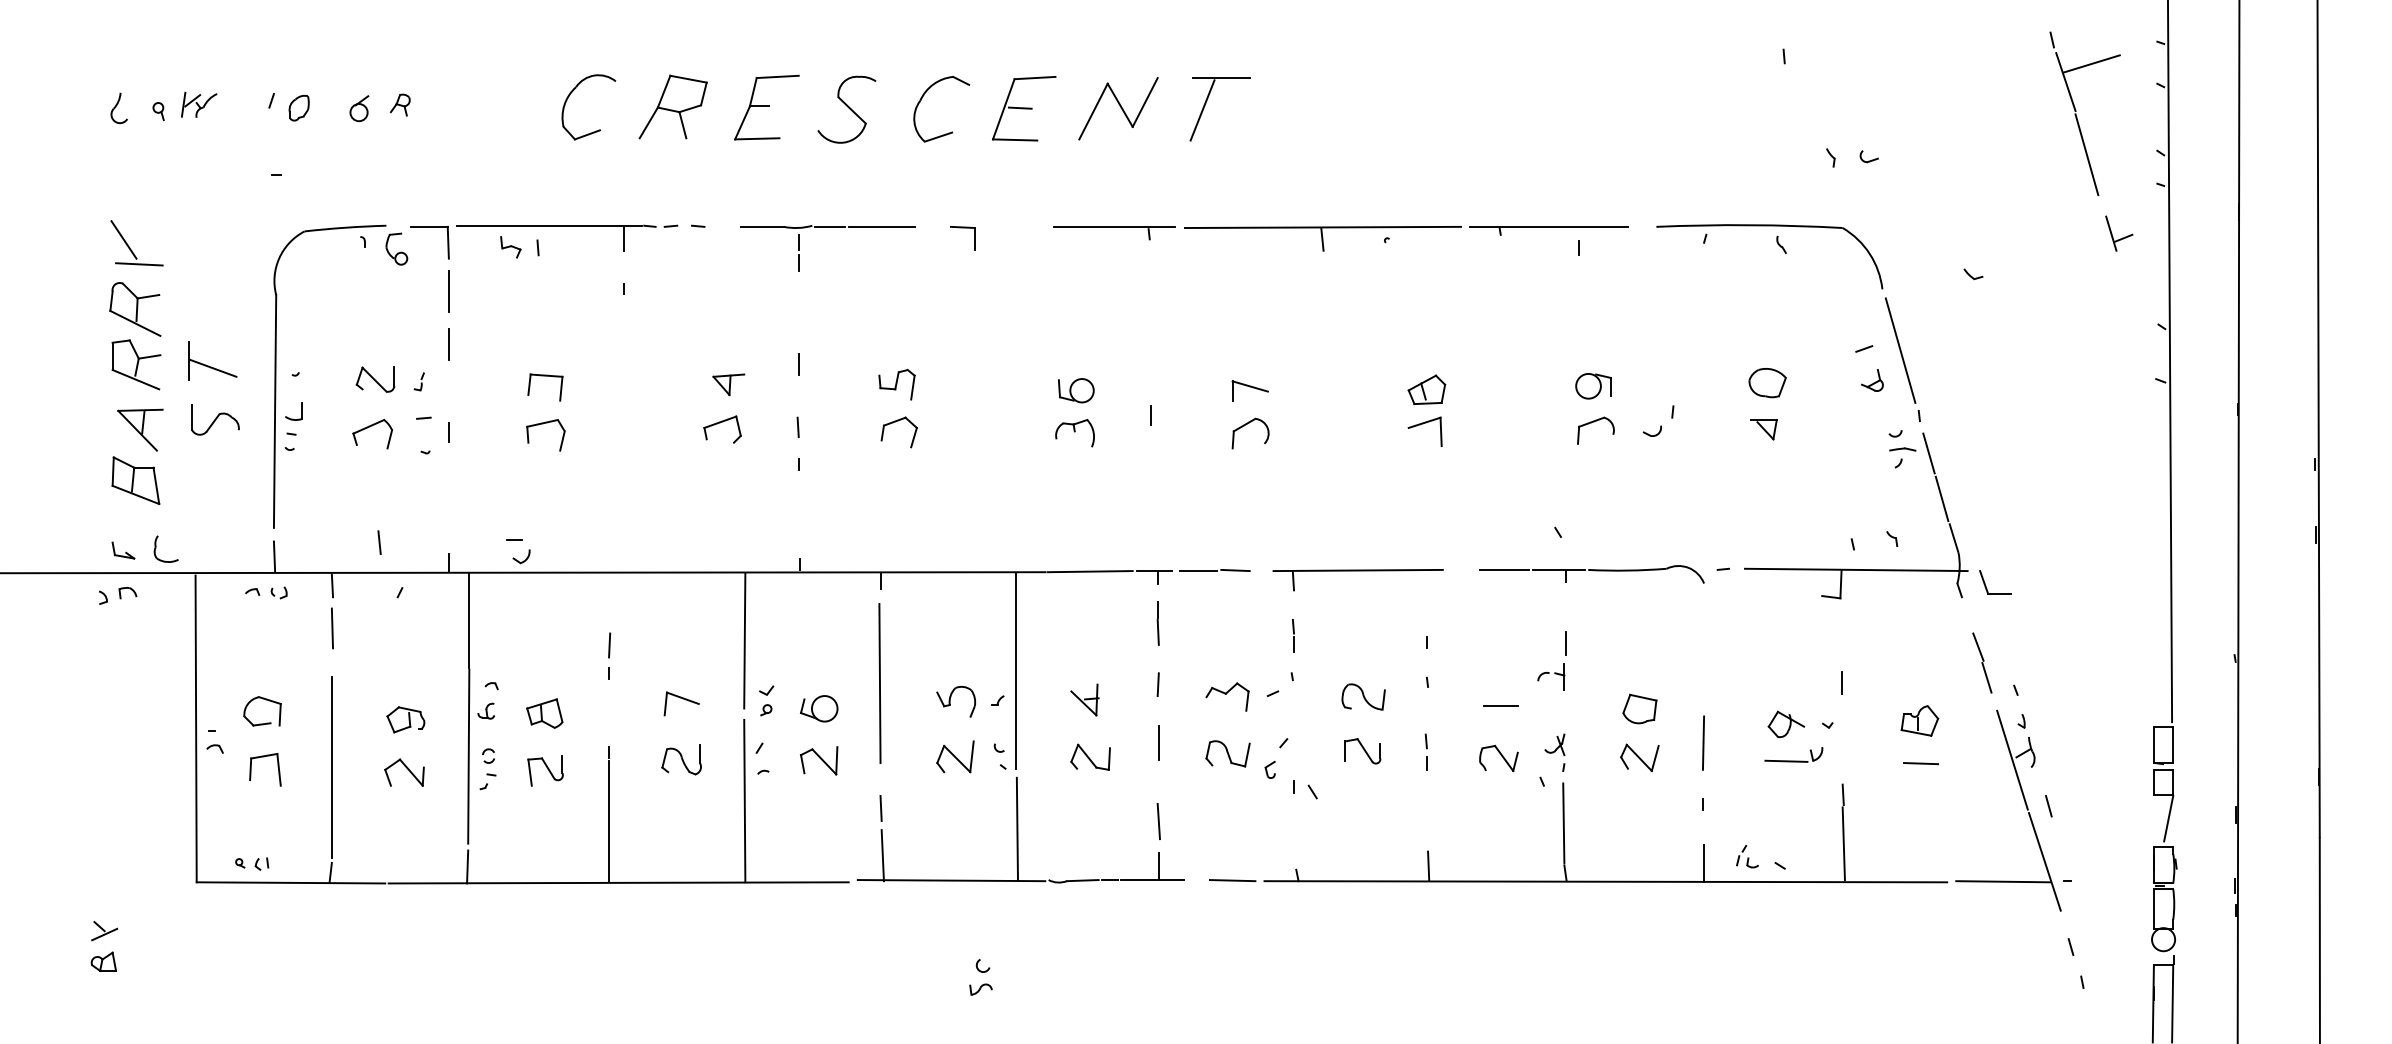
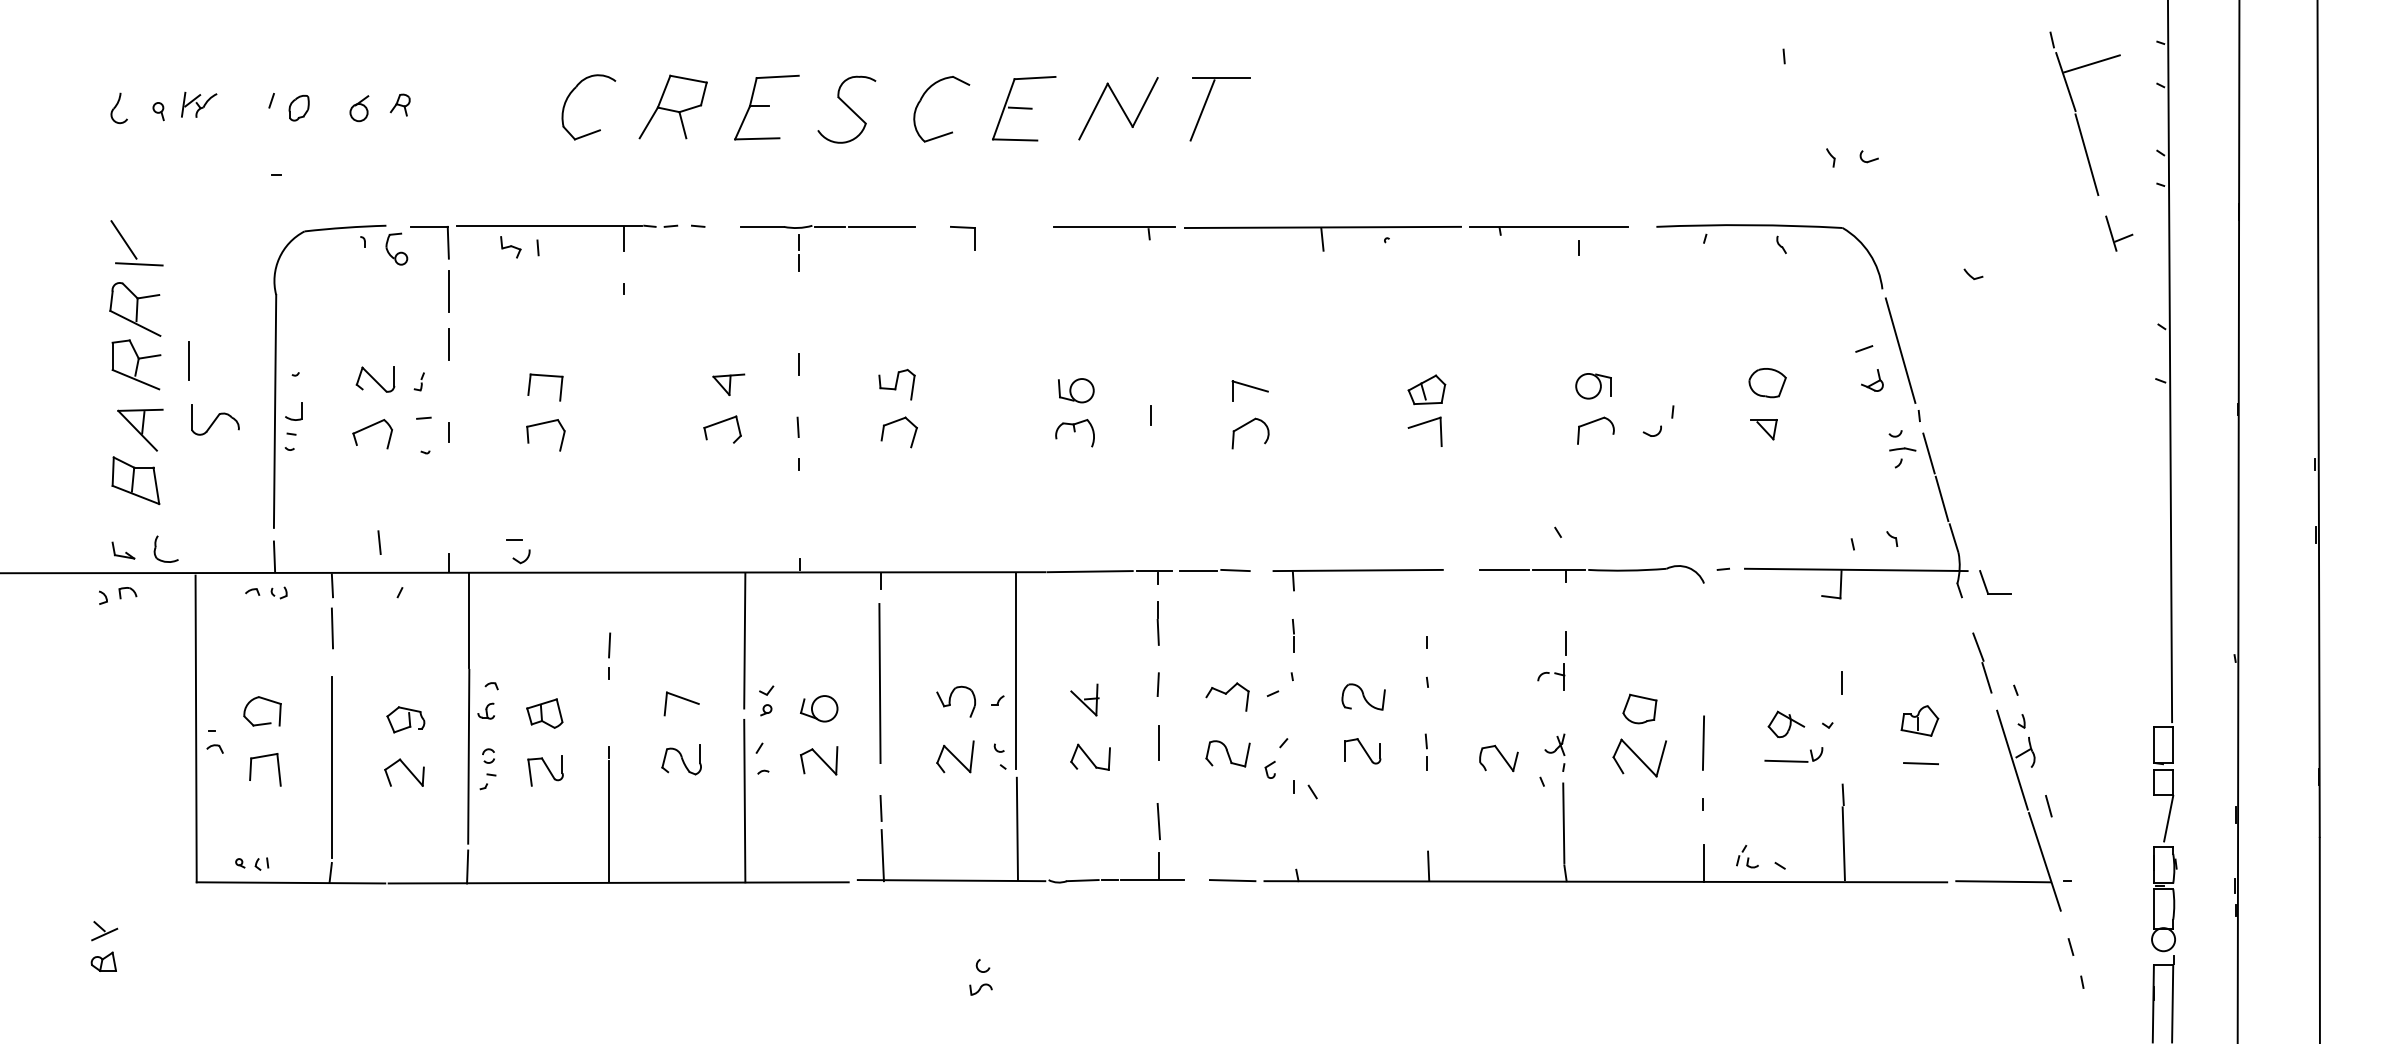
line at (212, 367): present -> none
line at (1500, 706): present -> none
part at (1639, 757) size: 40x29 px -> 55x40 px
